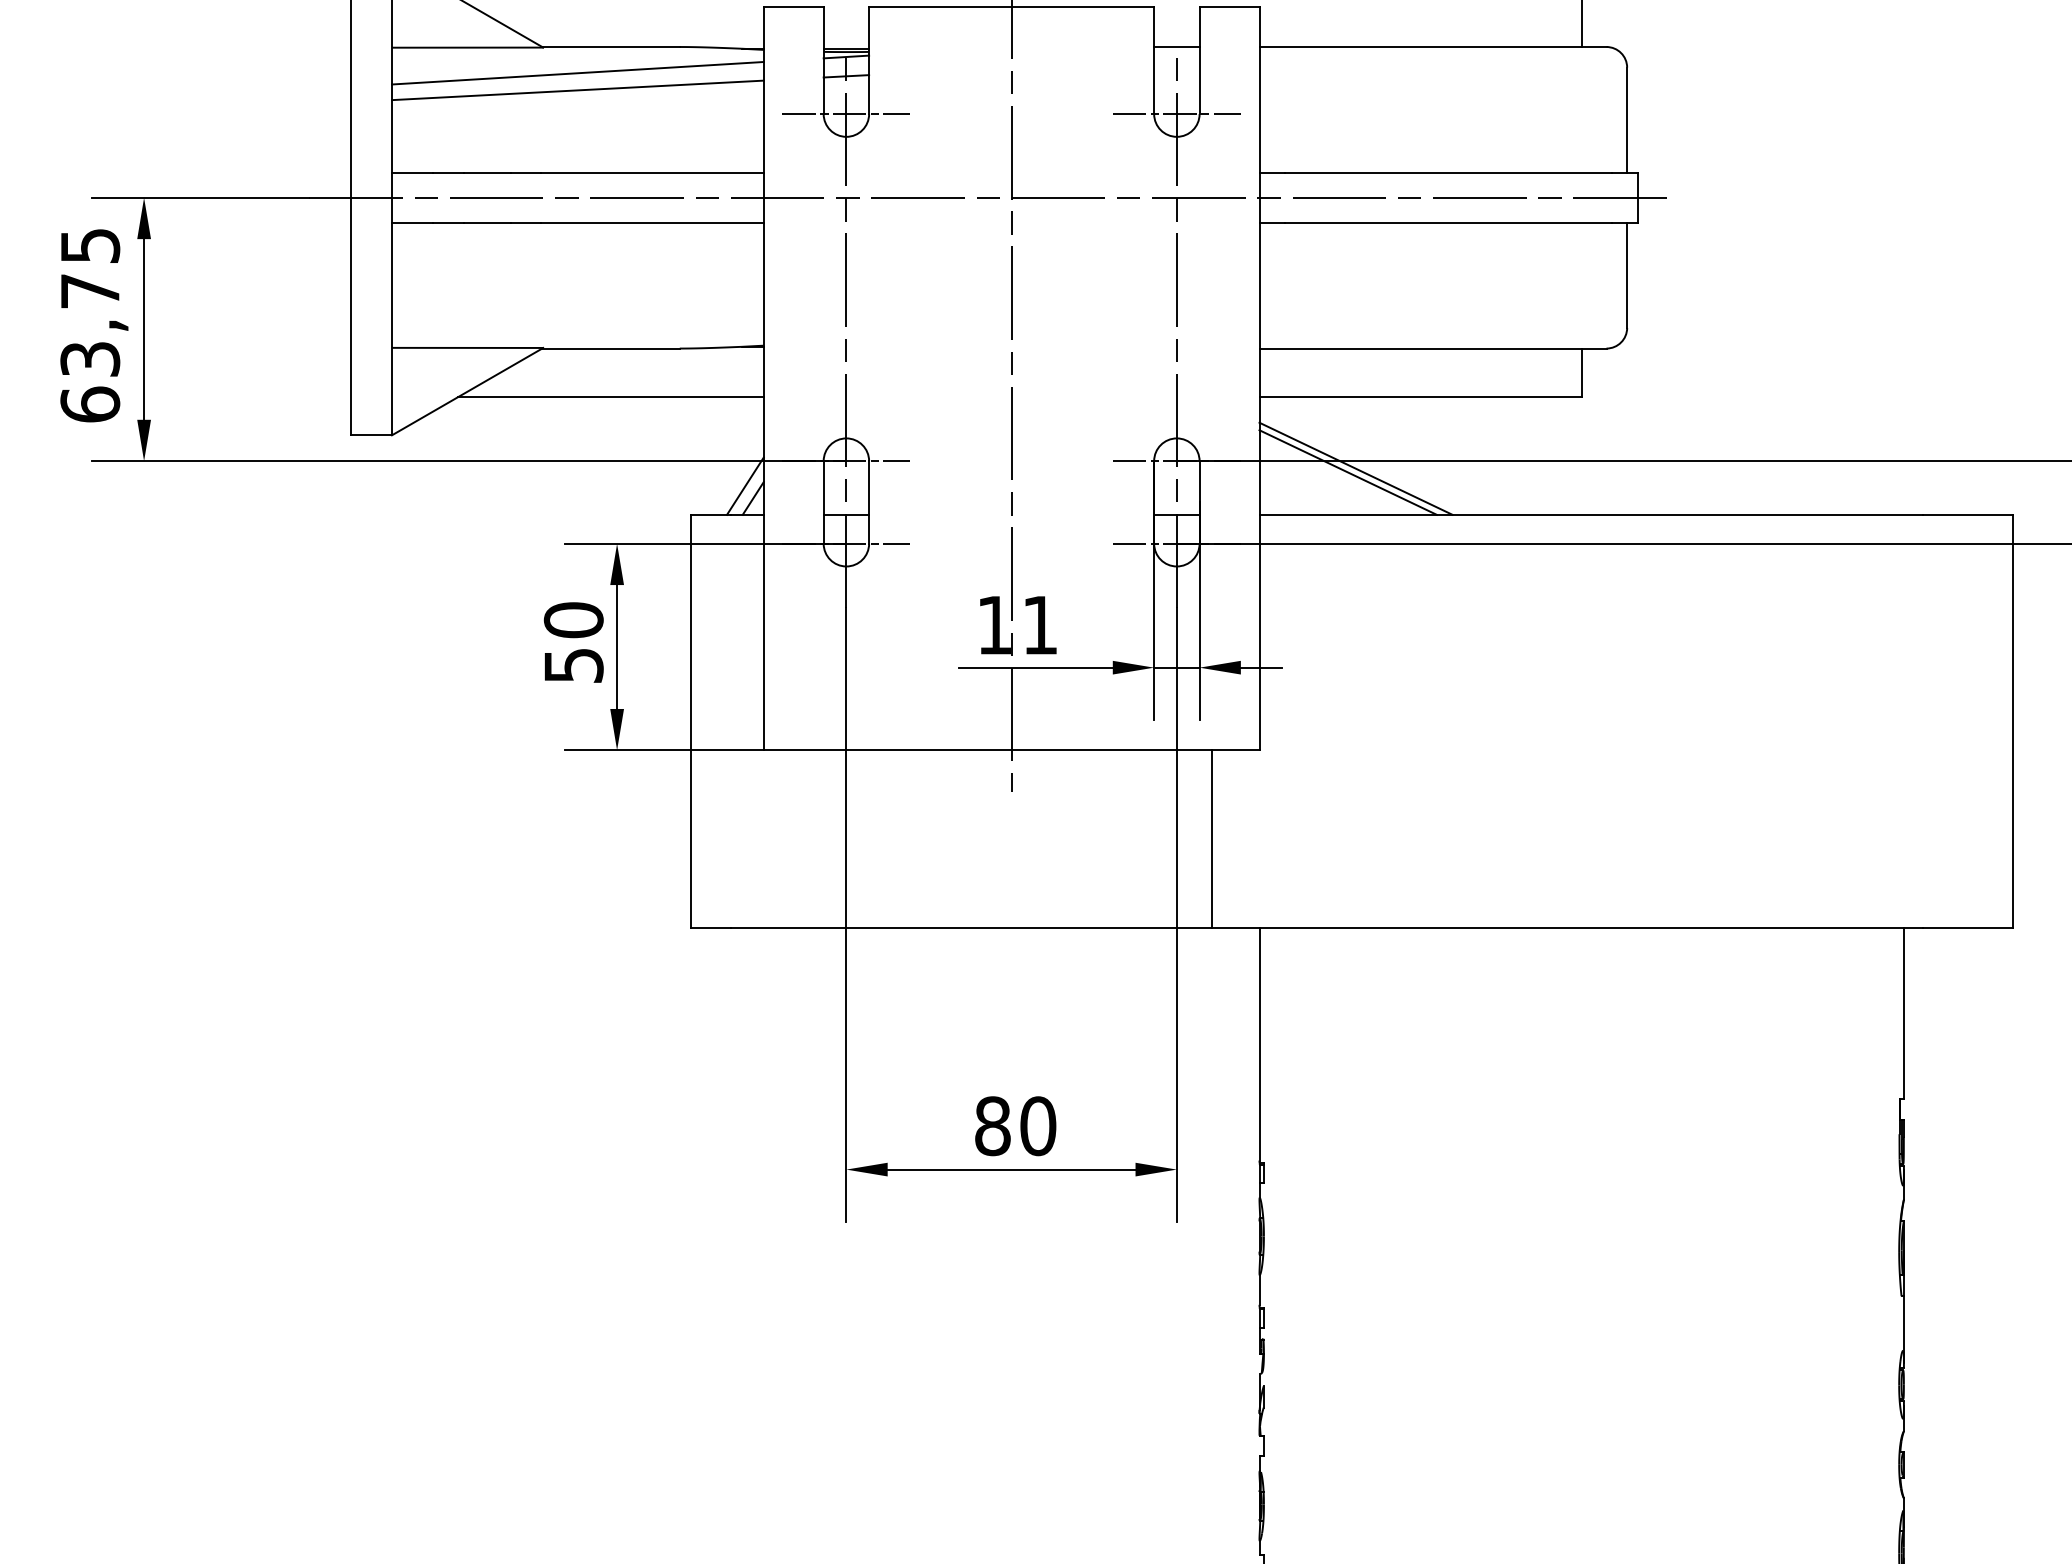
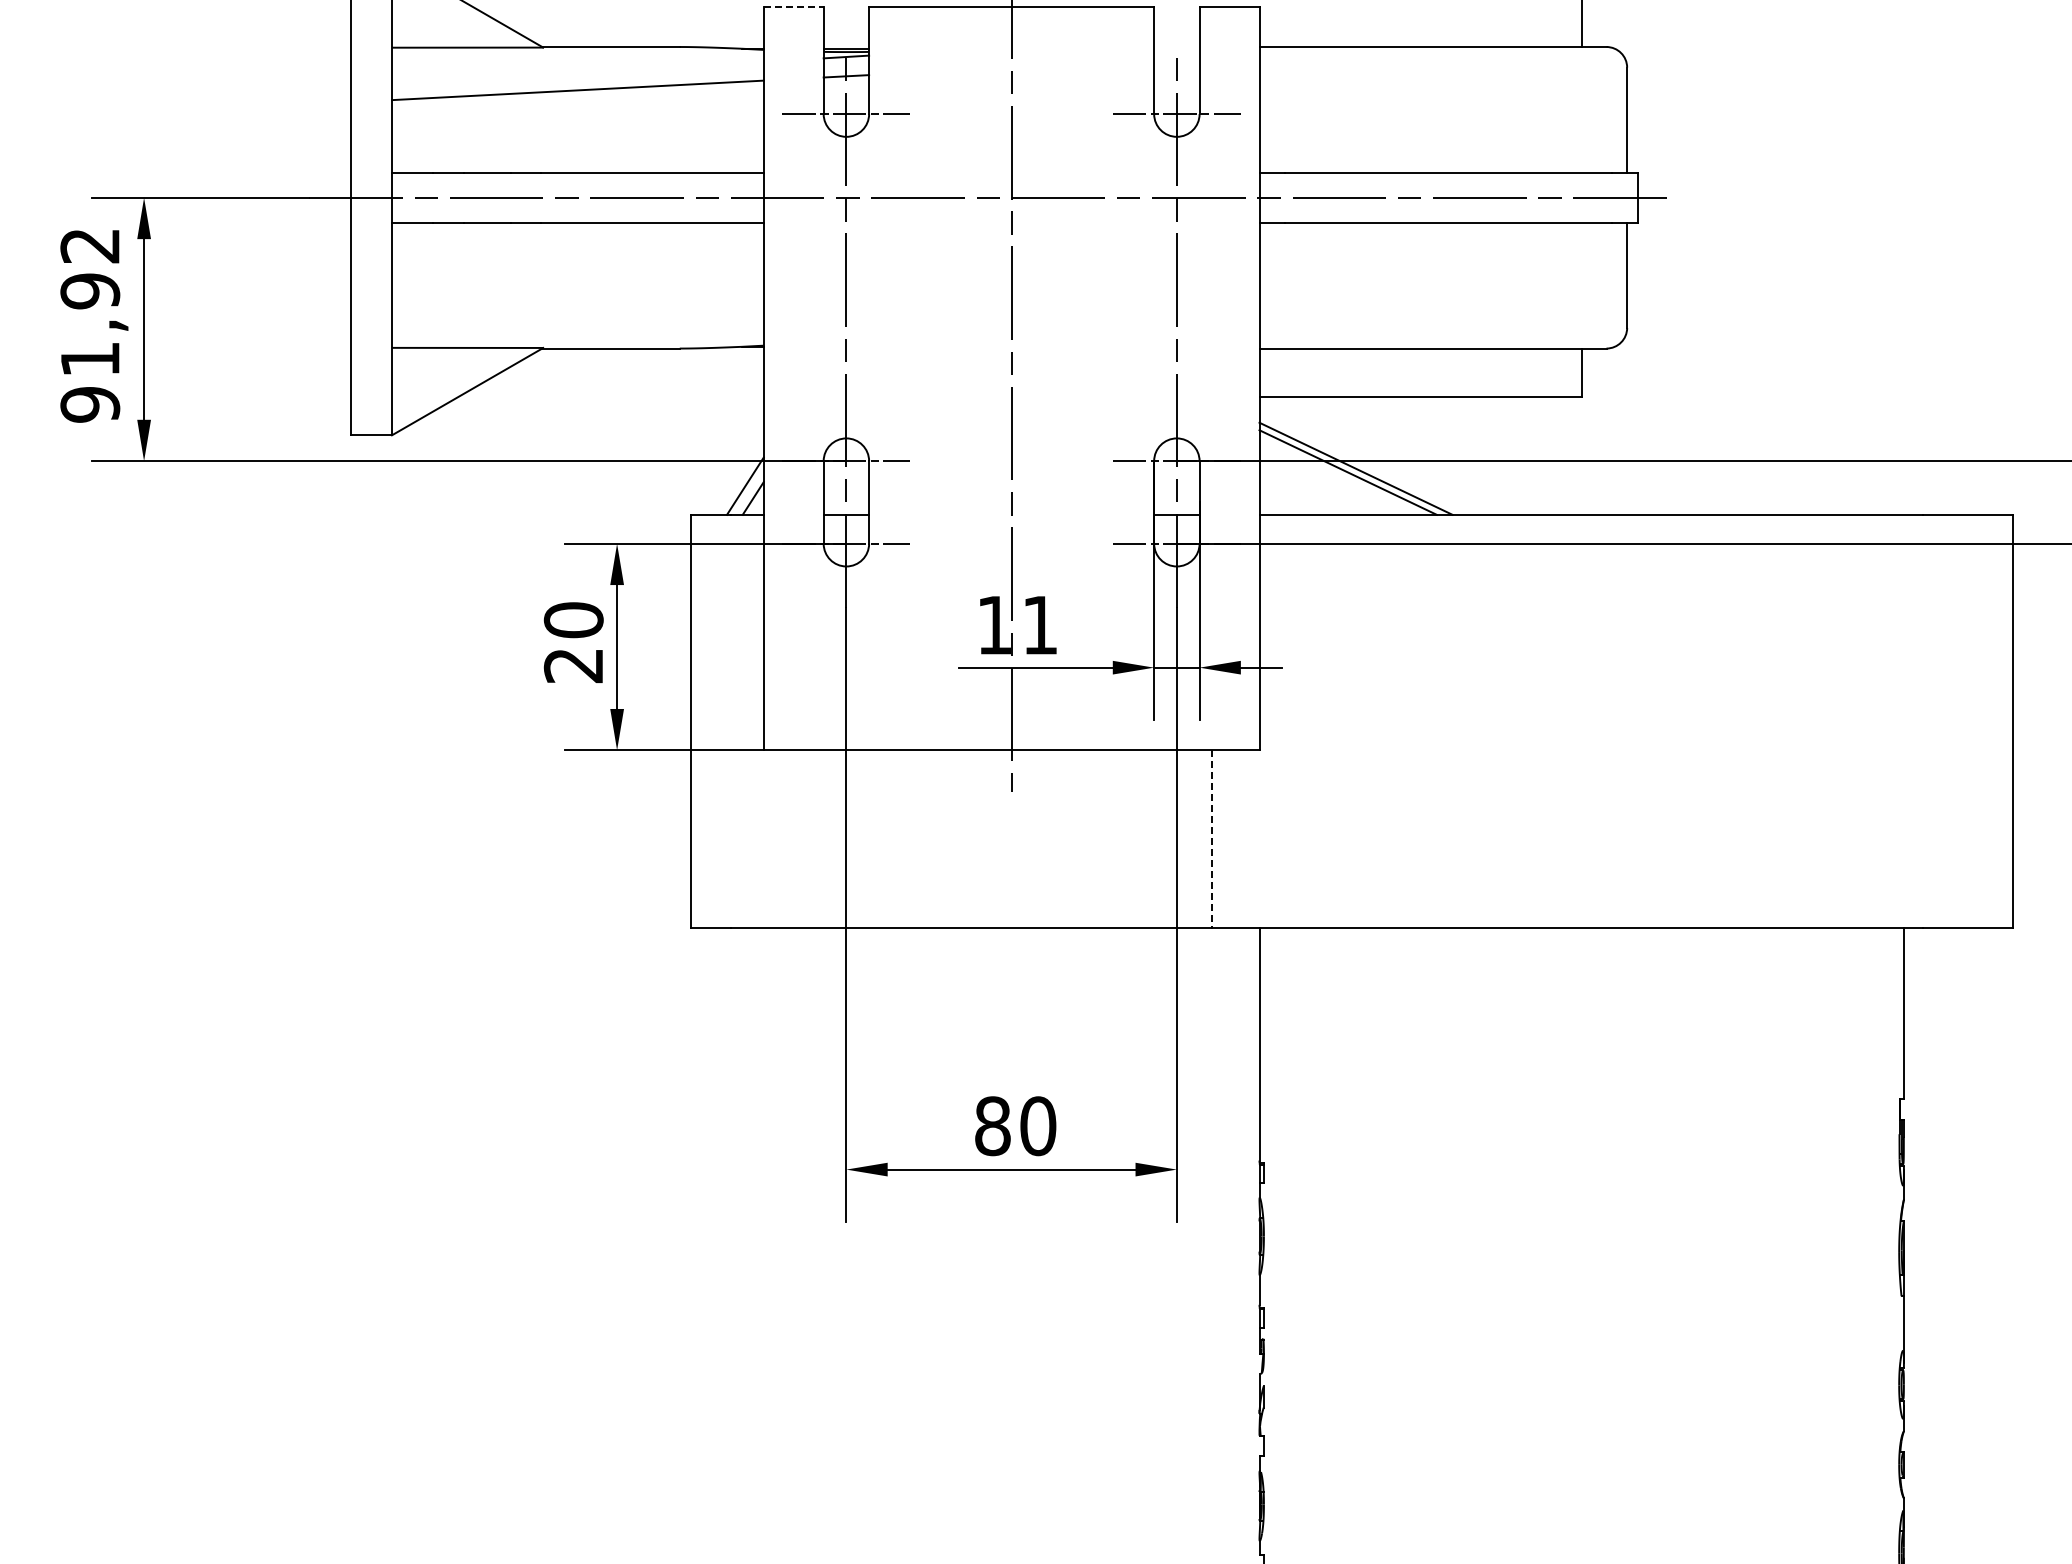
line at (793, 6): solid -> dashed
line at (1176, 47): present -> none
line at (577, 73): present -> none
text at (90, 325): 63,75 -> 91,92
line at (610, 397): present -> none
text at (573, 666): 50 -> 20
line at (1211, 839): solid -> dashed
